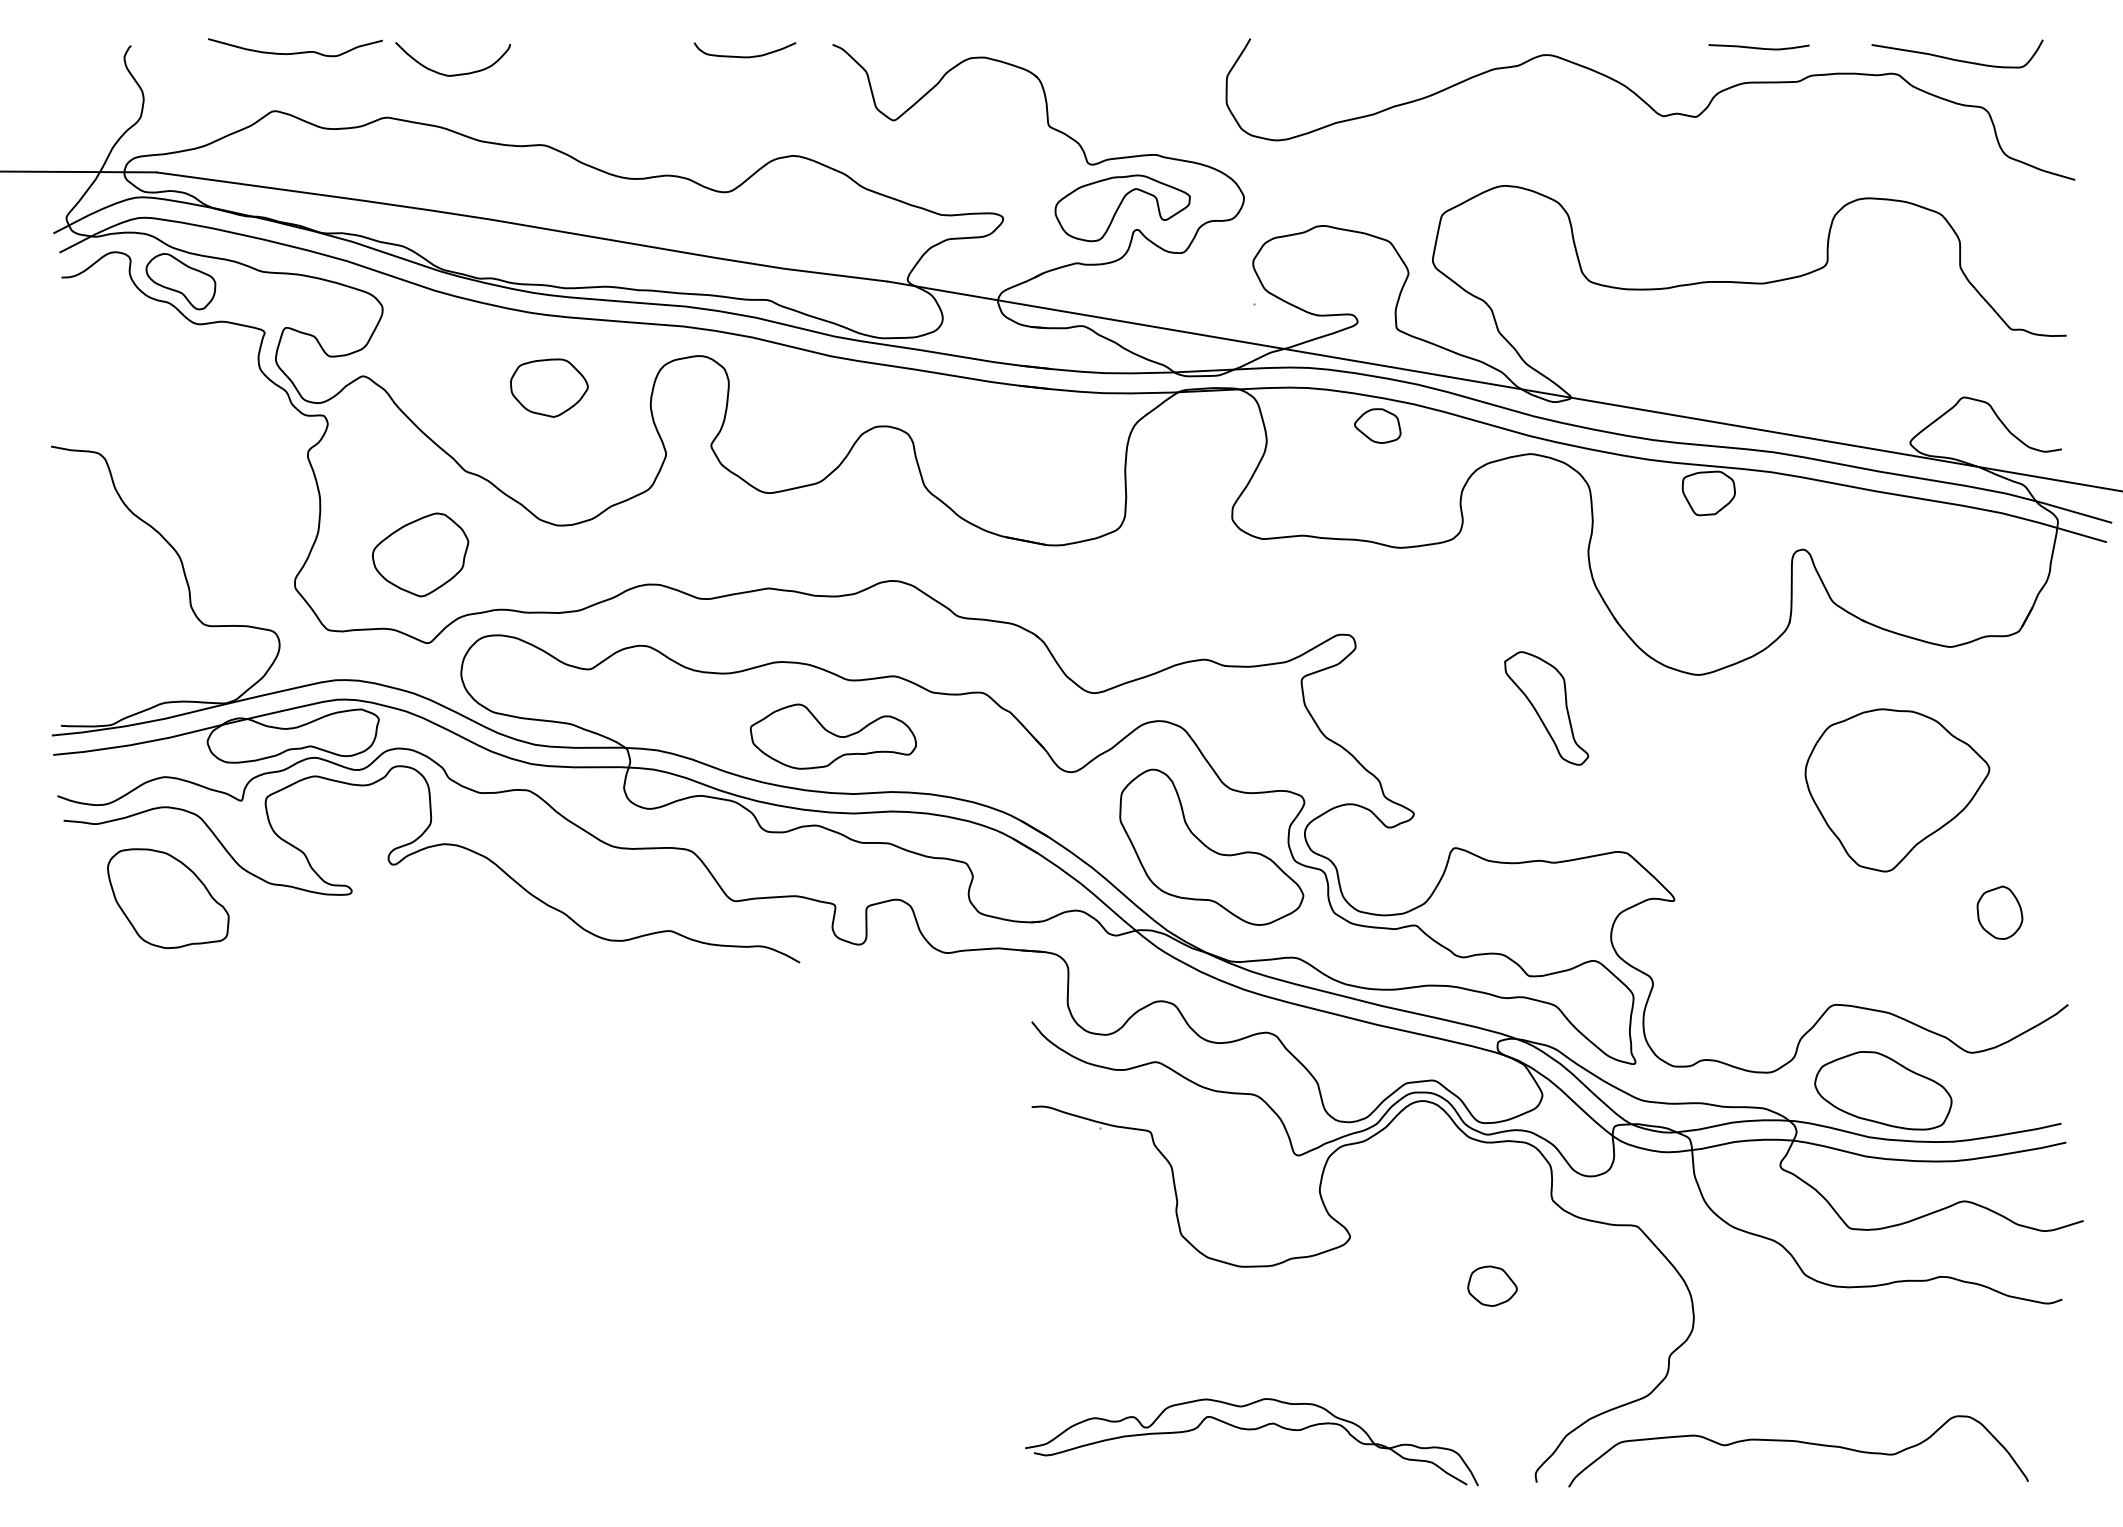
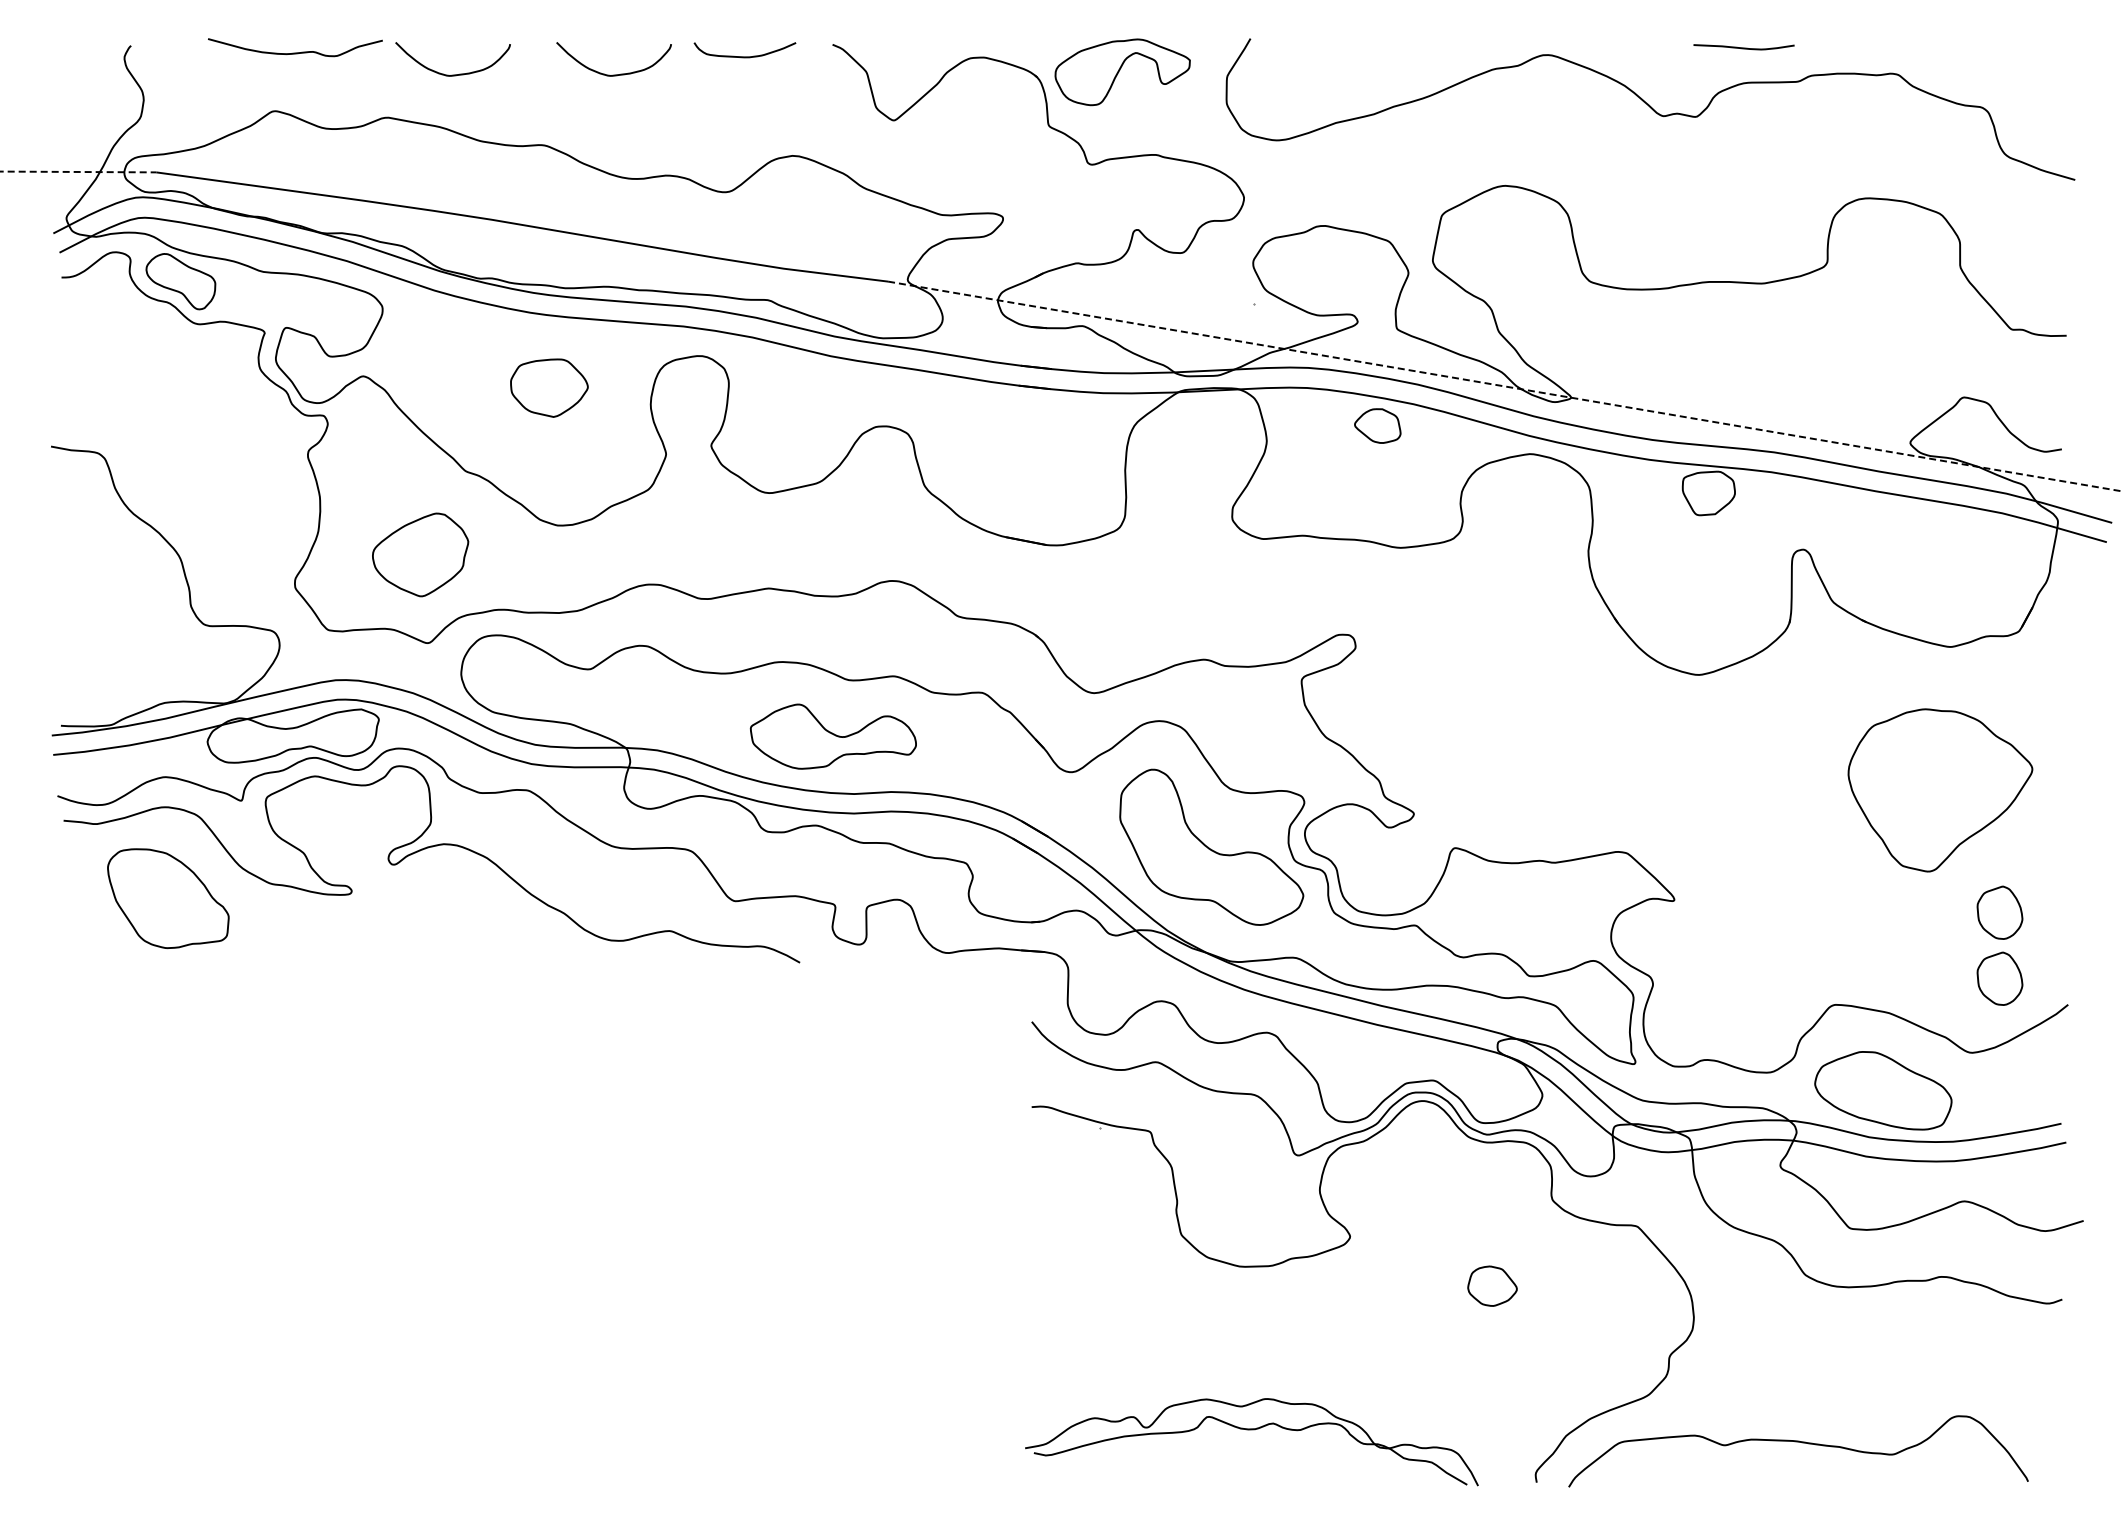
curve at (1758, 47) position: (1758, 47) -> (1743, 47)
curve at (1957, 59): present -> none
curve at (613, 74): none -> present
line at (78, 171): solid -> dashed
part at (1122, 208) position: (1122, 208) -> (1122, 72)
line at (1505, 386): solid -> dashed
part at (1546, 708): present -> none
part at (1897, 790) position: (1897, 790) -> (1940, 790)
part at (1999, 978): none -> present
